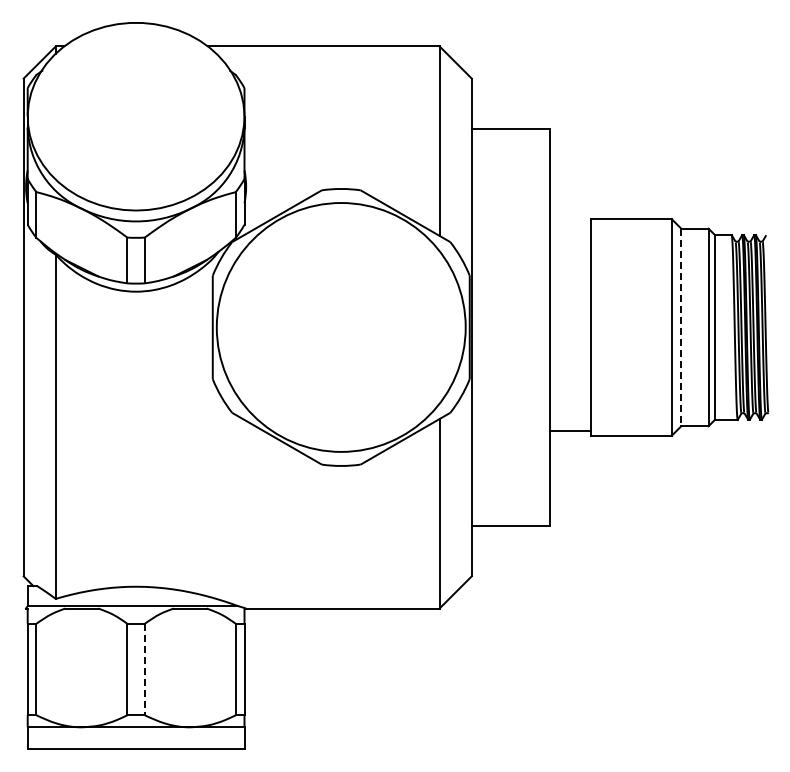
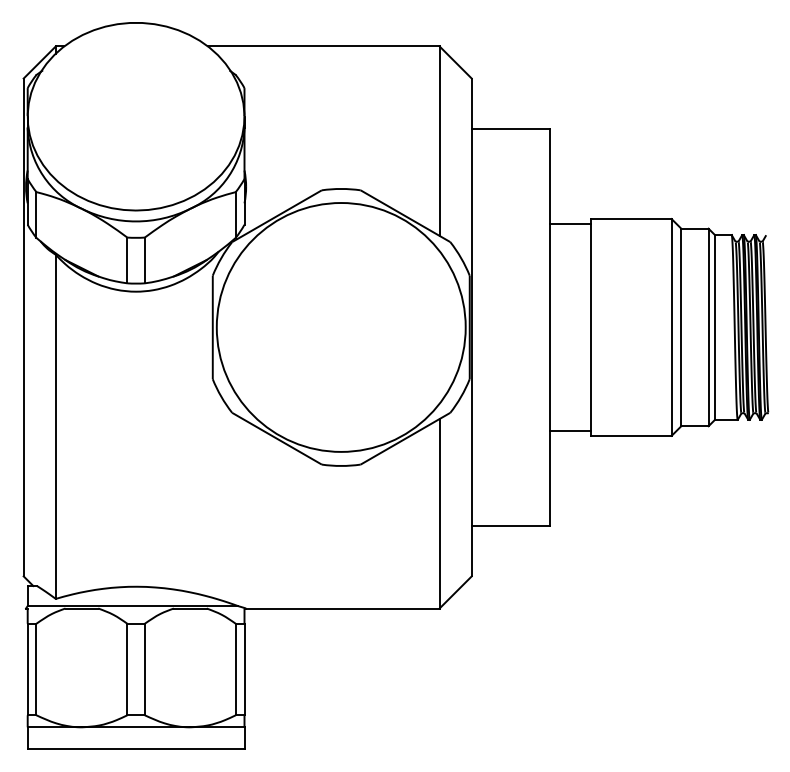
line at (569, 224): none -> present
line at (681, 327): dashed -> solid
line at (144, 669): dashed -> solid
